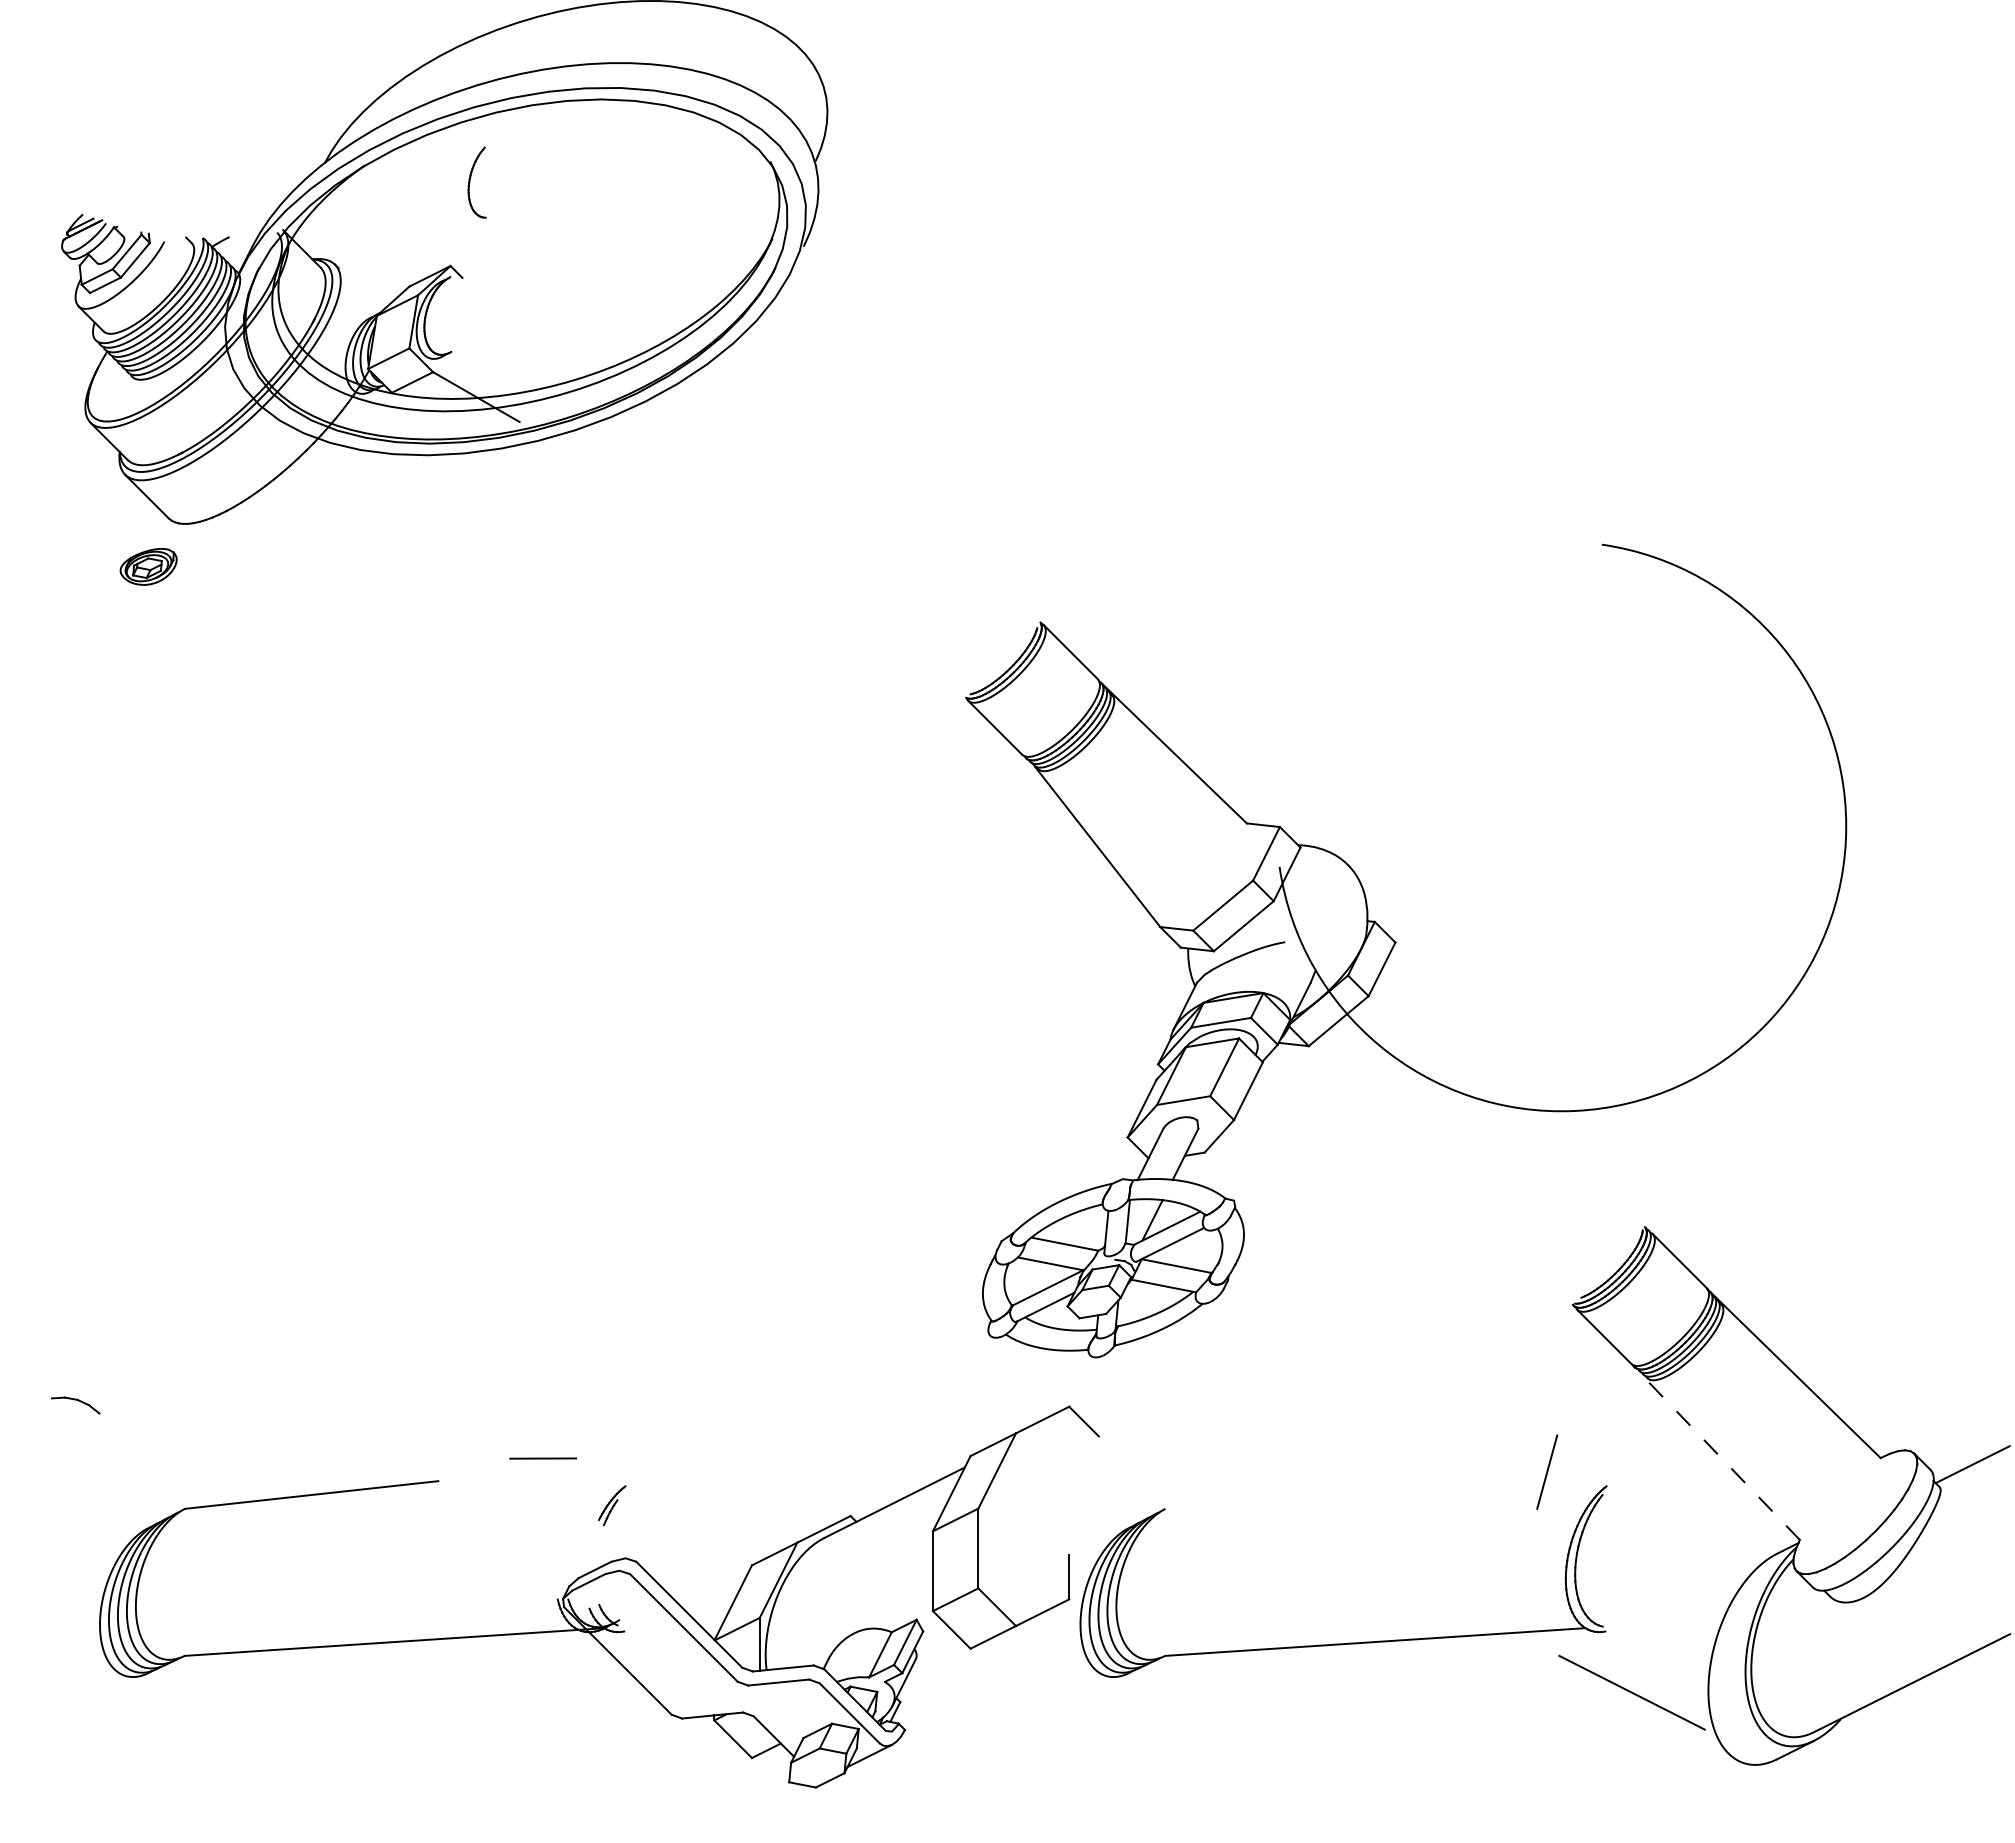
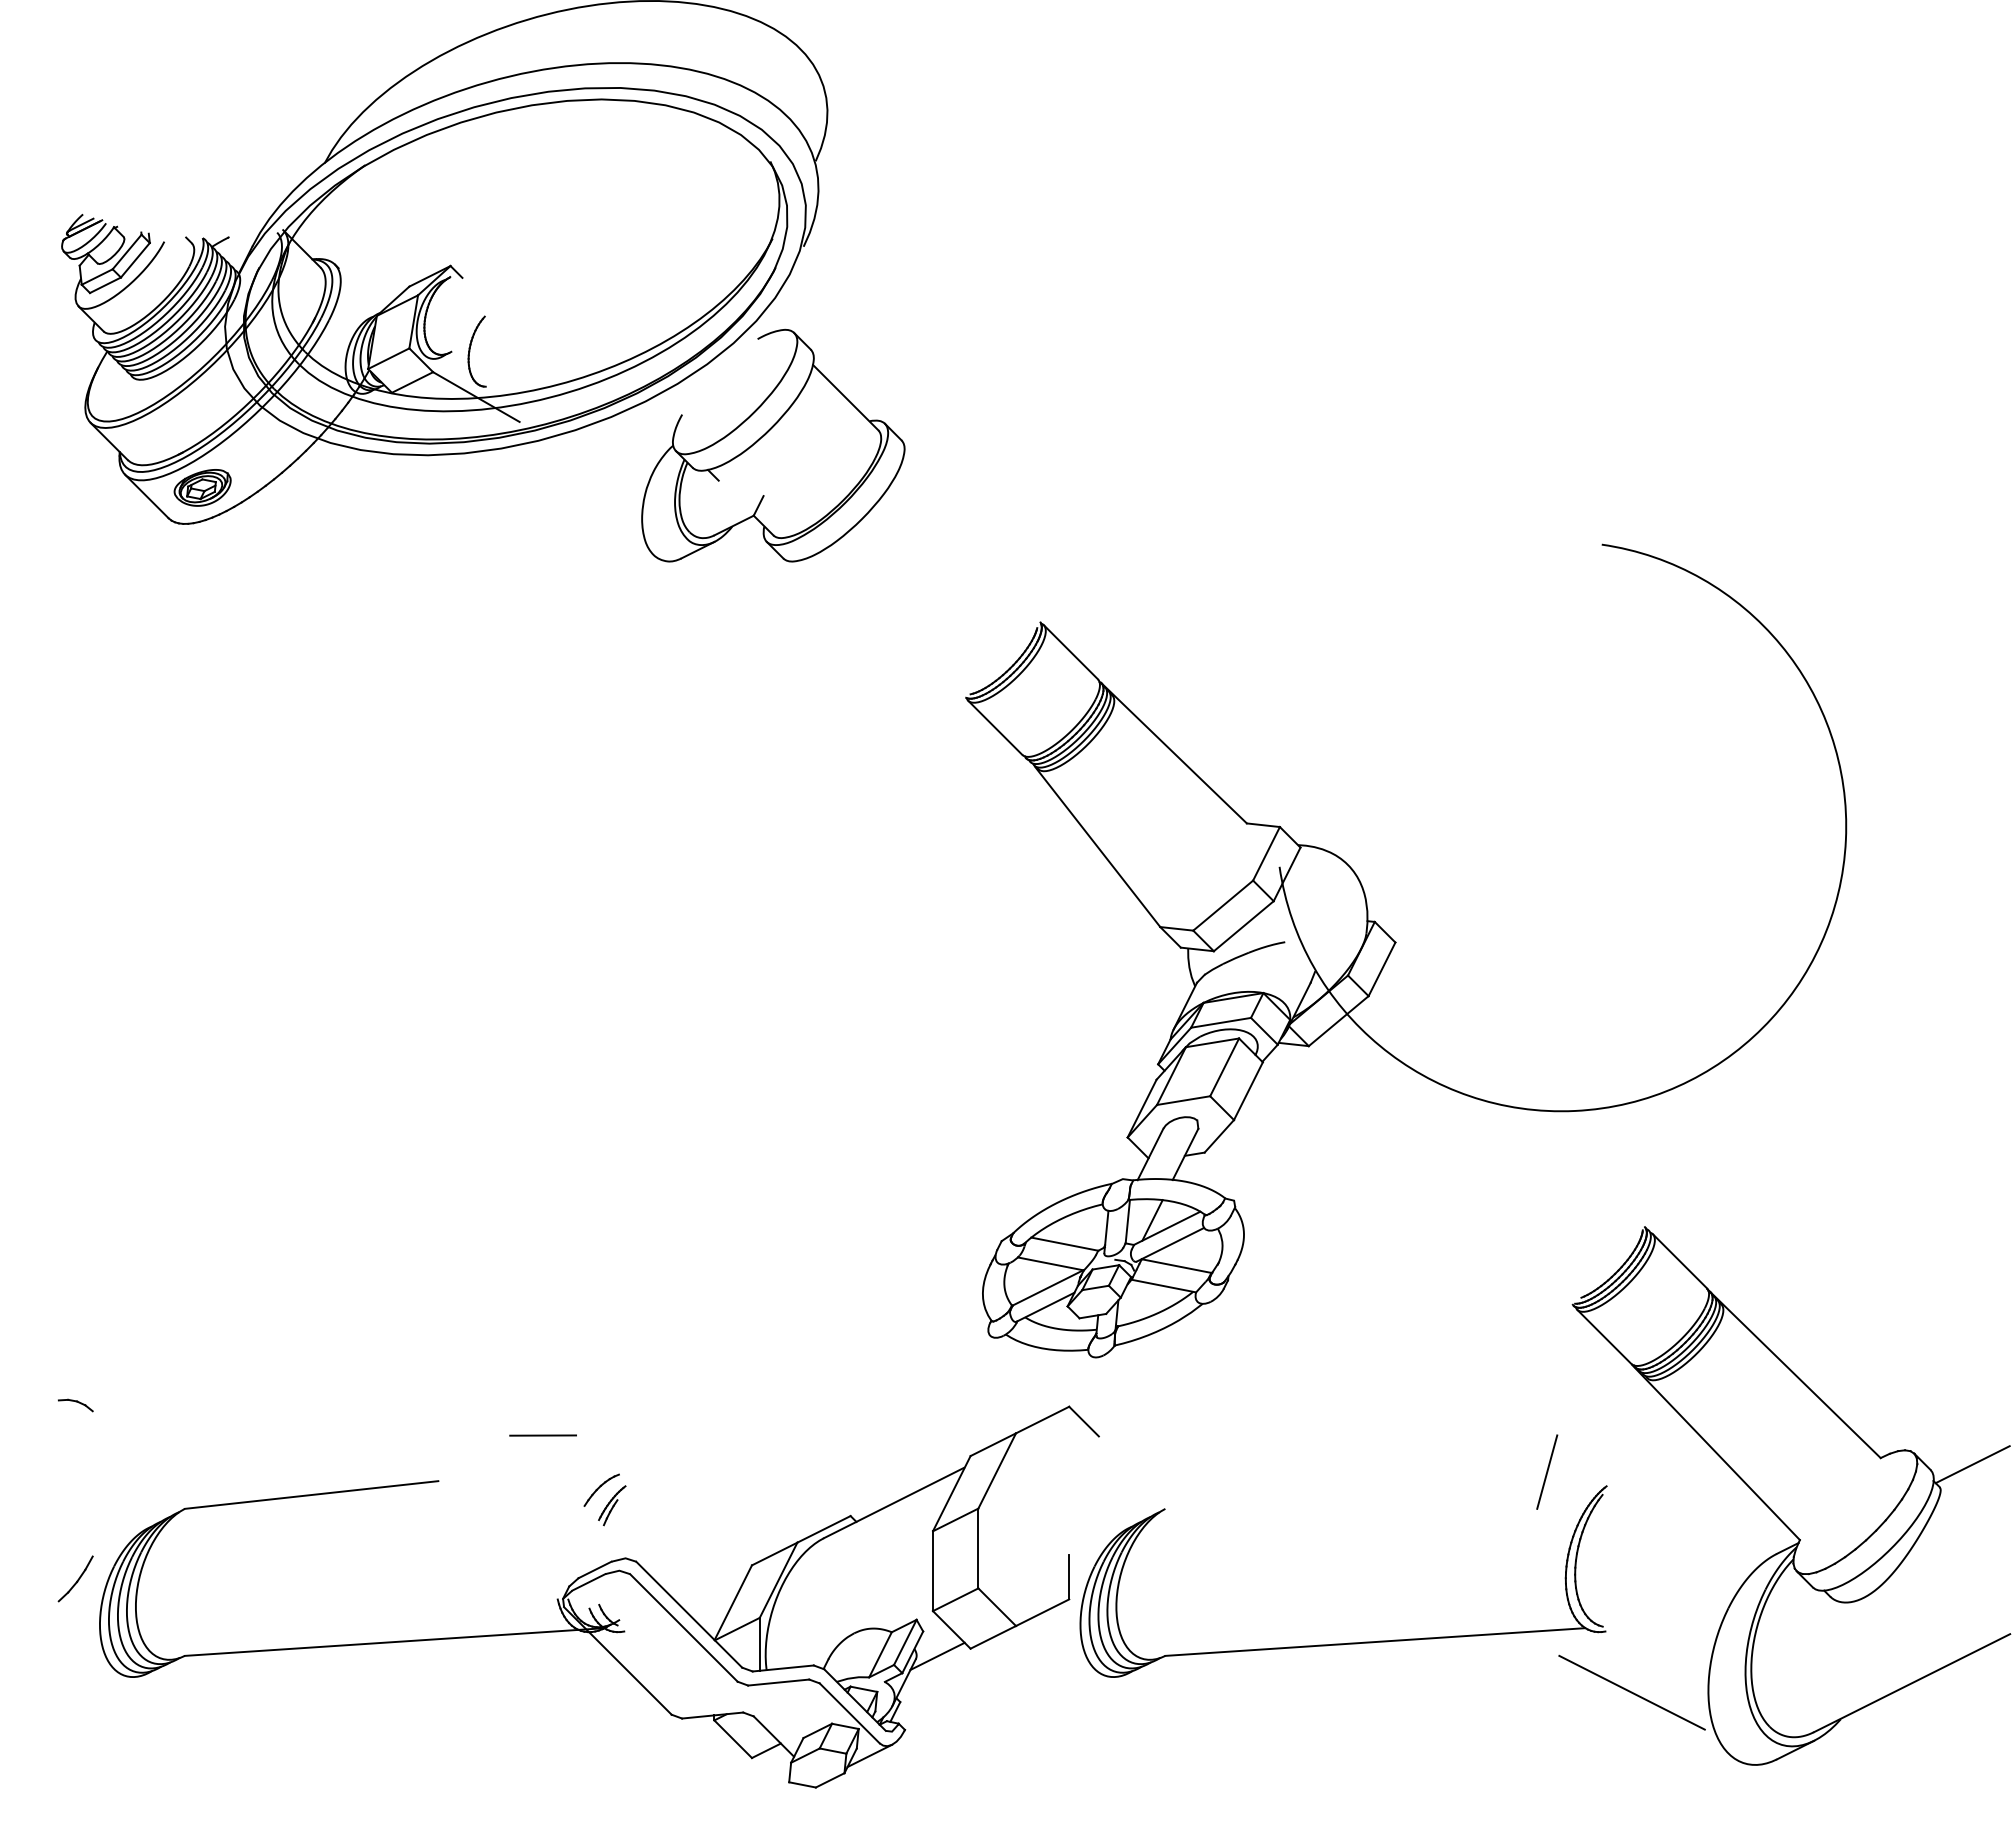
part at (476, 182) position: (476, 182) -> (476, 351)
part at (773, 445): none -> present
part at (148, 566) position: (148, 566) -> (202, 487)
part at (75, 1405) size: 50x19 px -> 36x15 px
line at (1716, 1452): dashed -> solid
line at (542, 1458) position: (542, 1458) -> (542, 1435)
part at (601, 1489): none -> present
part at (75, 1578): none -> present
line at (937, 1655): none -> present
